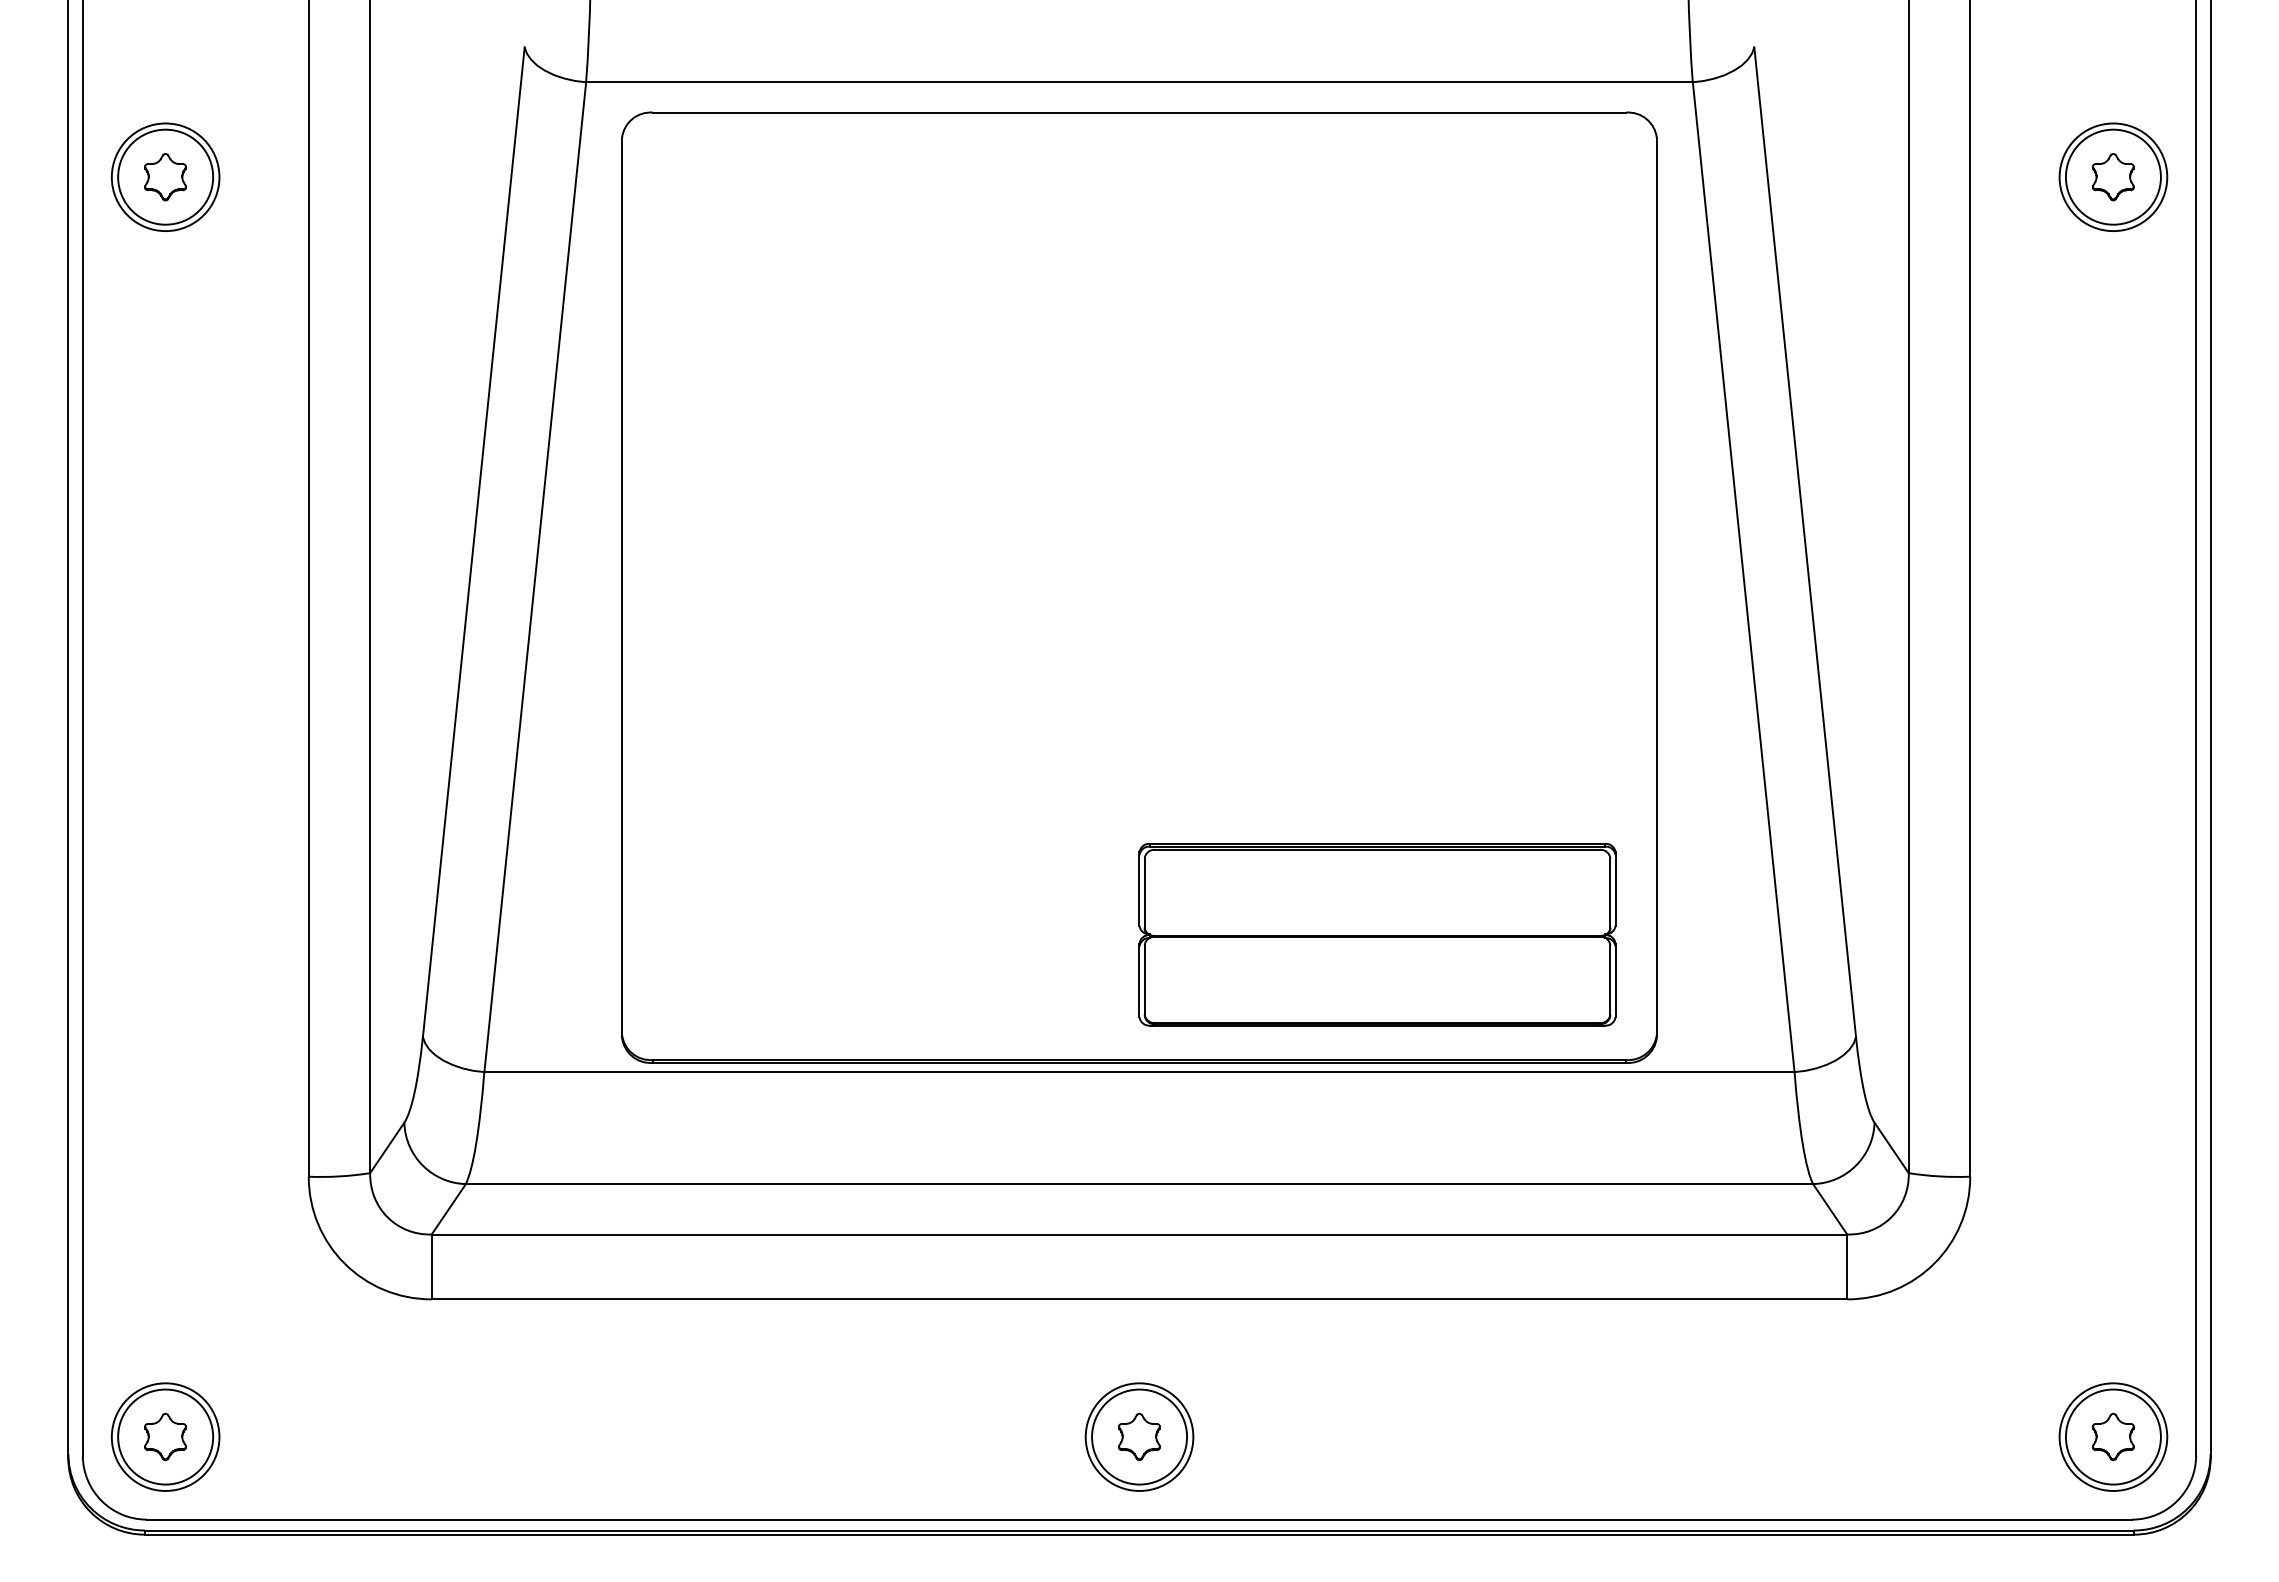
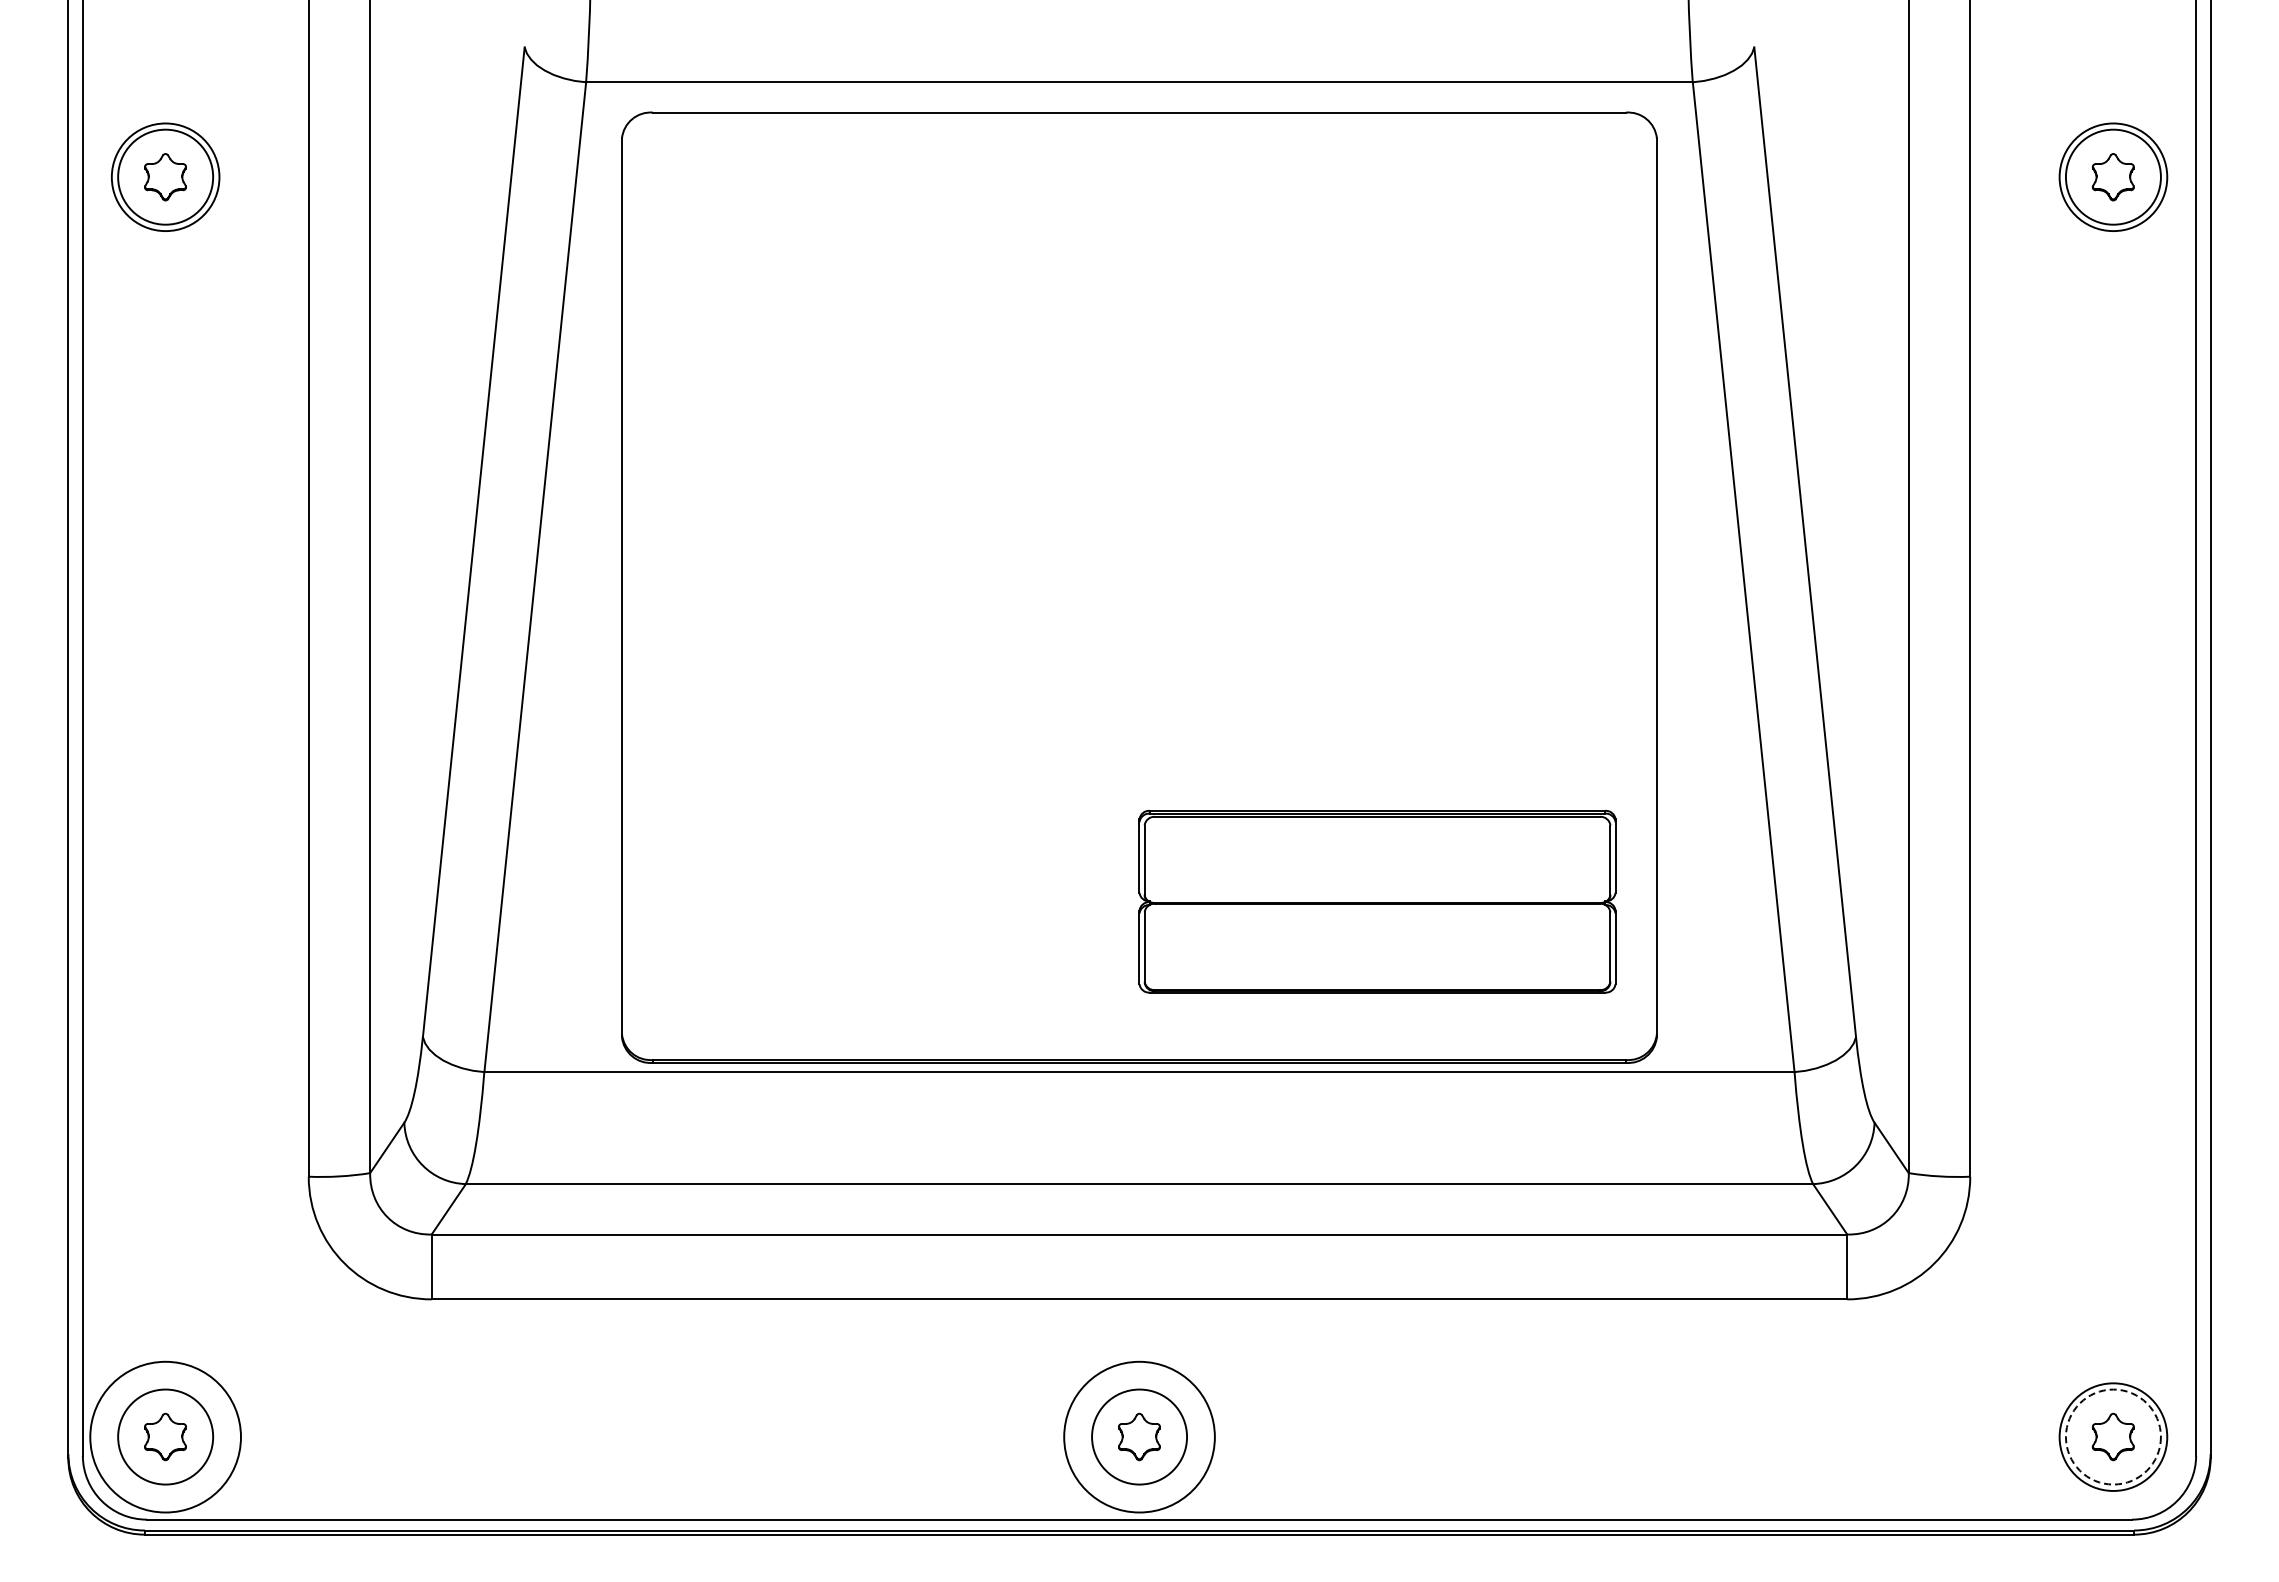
part at (1377, 934) position: (1377, 934) -> (1377, 901)
circle at (165, 1436) diameter: 108 px -> 151 px
circle at (1139, 1436) diameter: 108 px -> 151 px
circle at (2112, 1436): solid -> dashed
